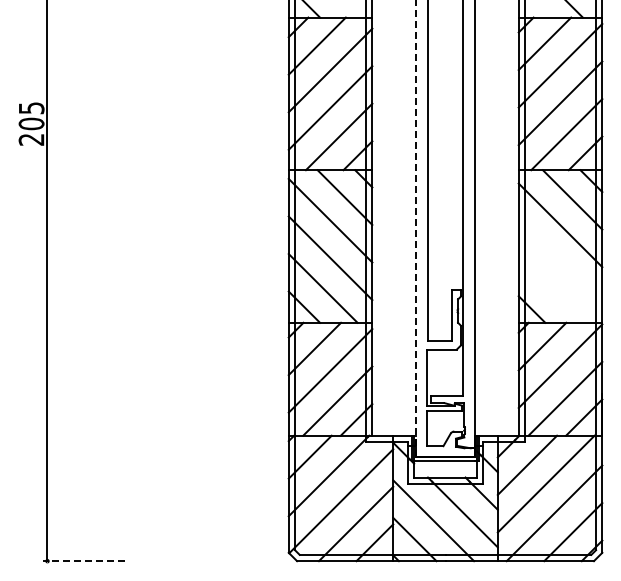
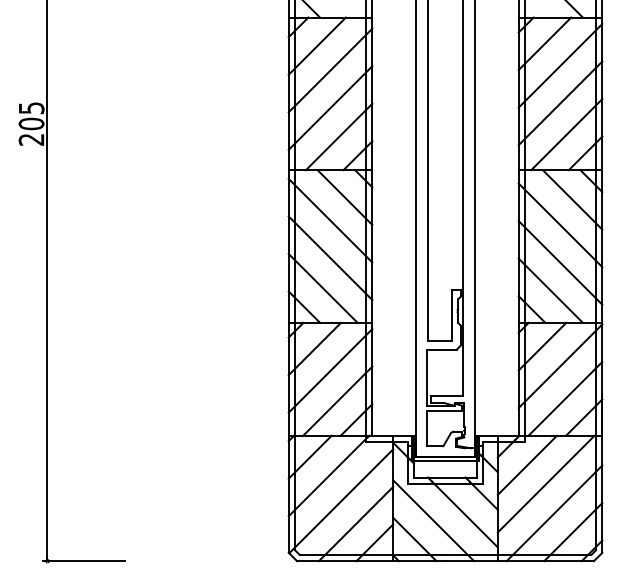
line at (416, 228): dashed -> solid
line at (560, 262): none -> present
line at (550, 290): none -> present
line at (84, 561): dashed -> solid
